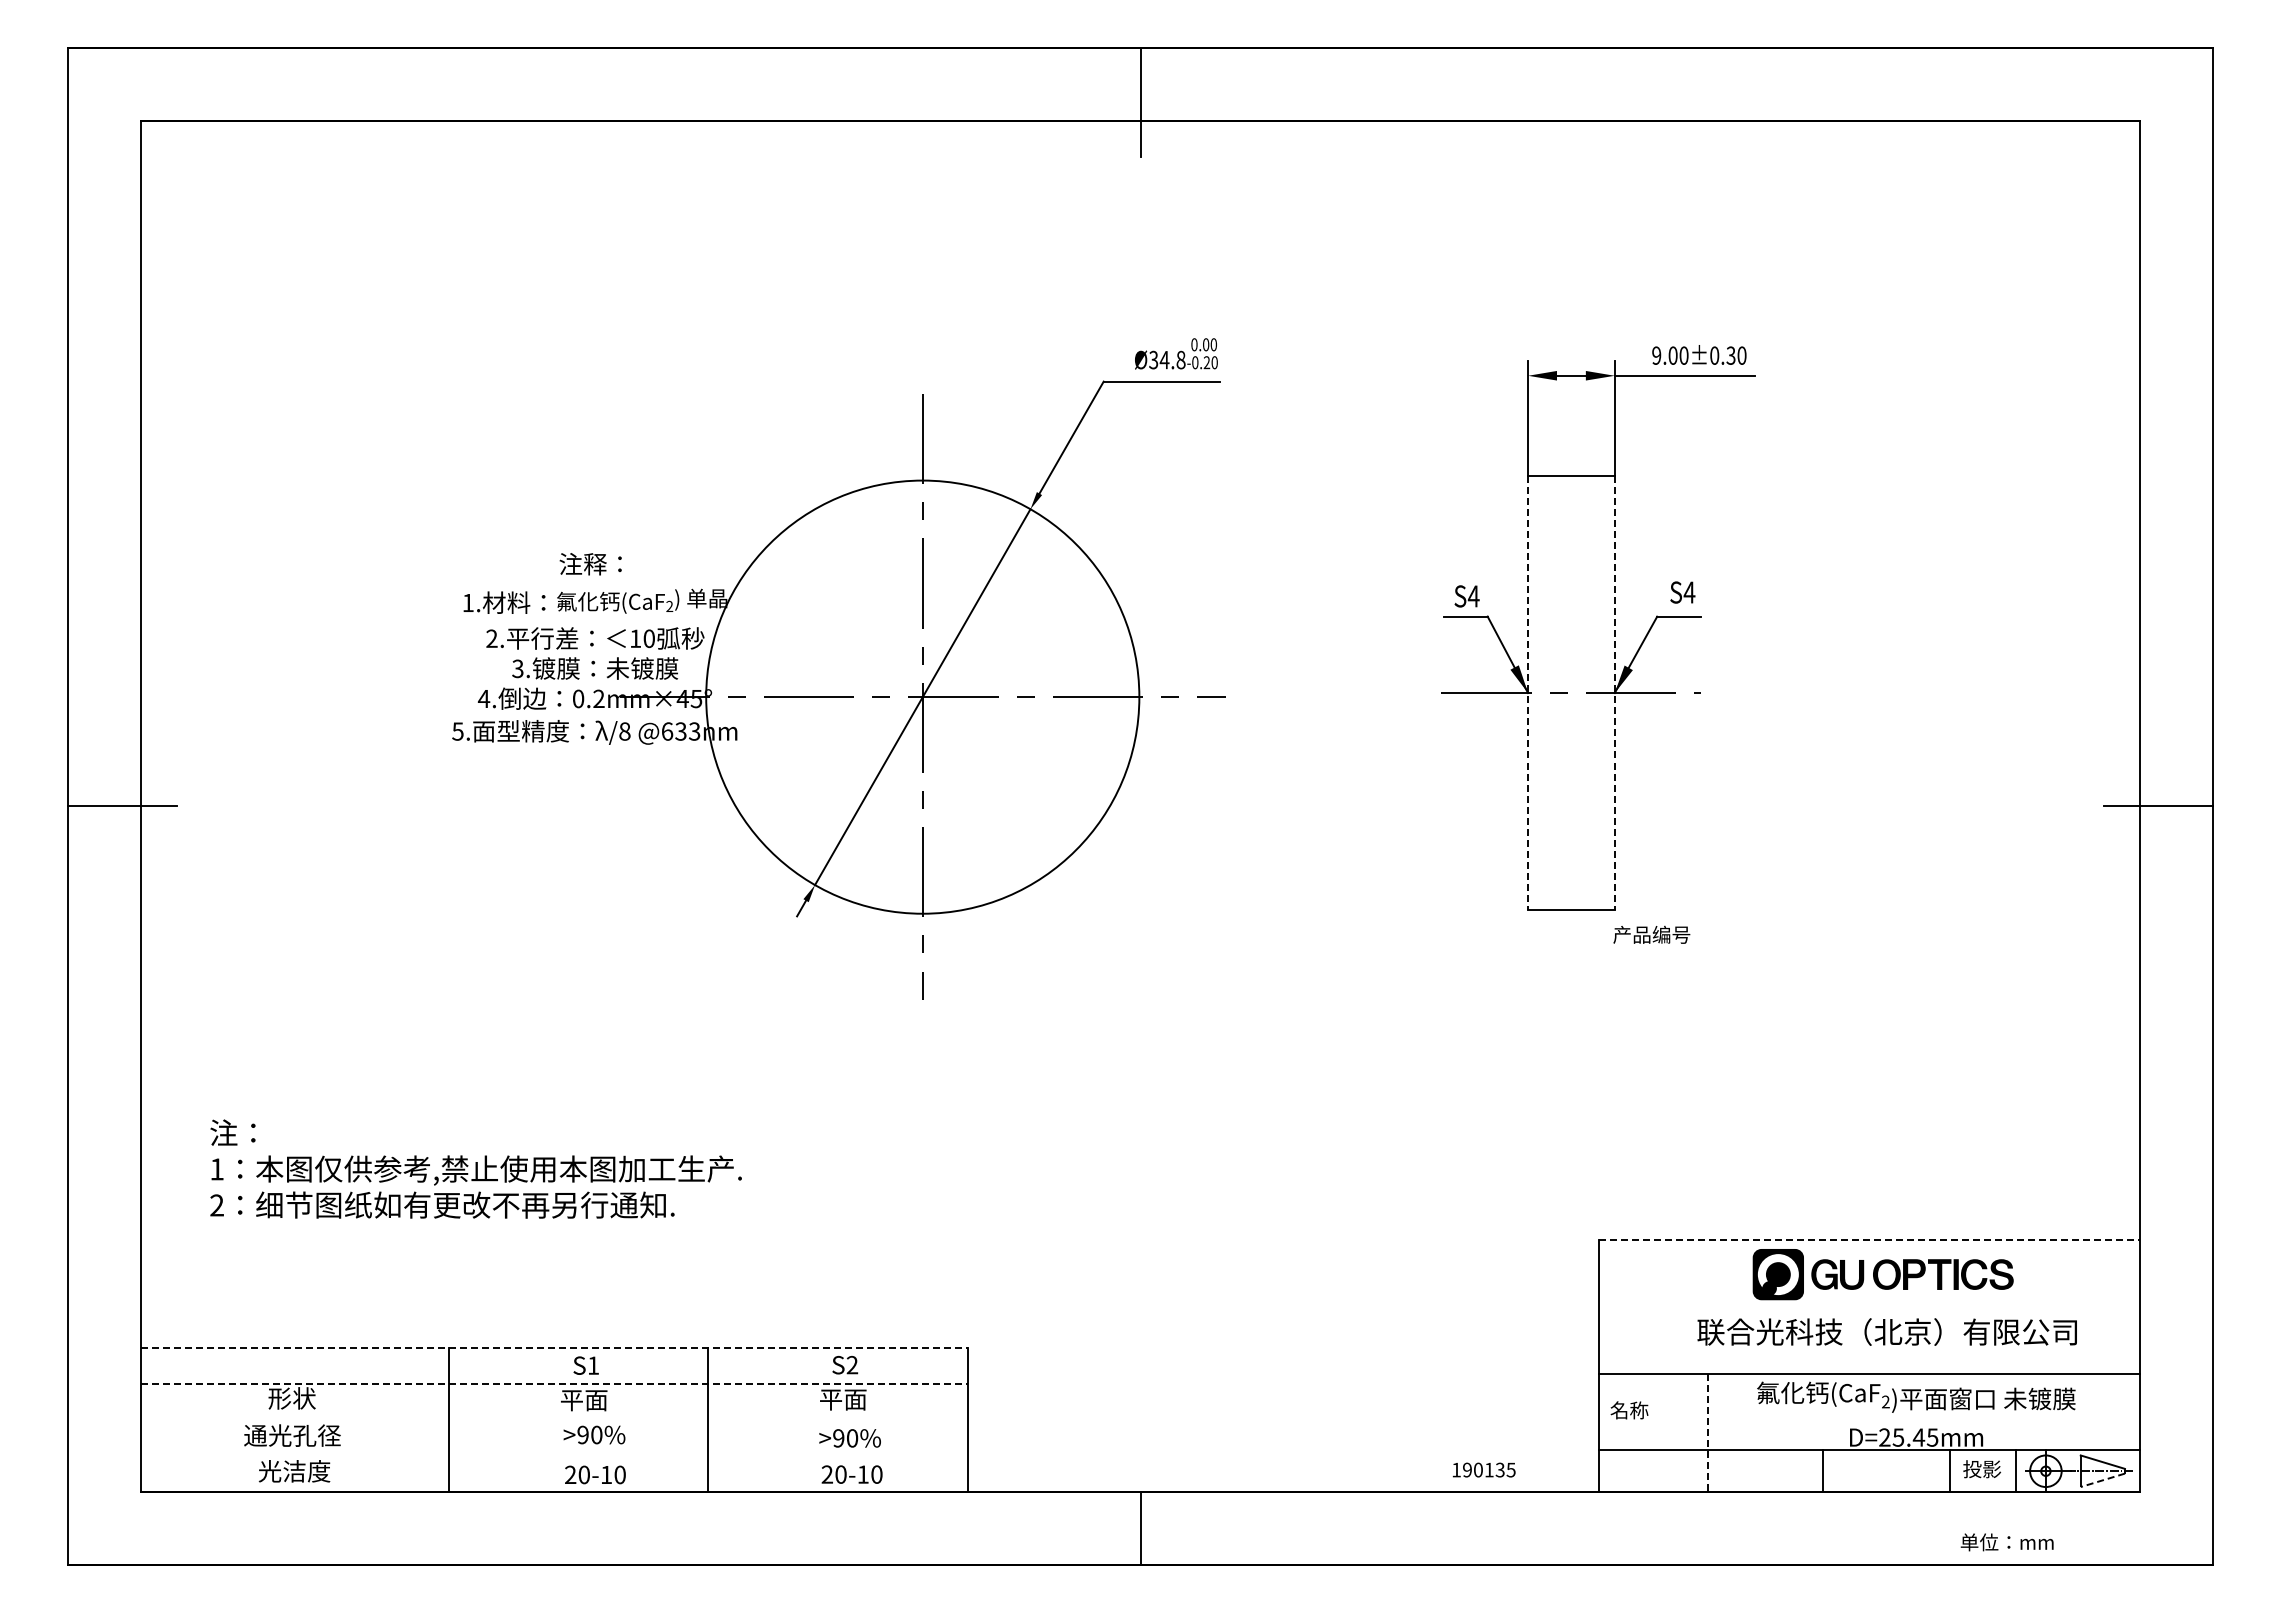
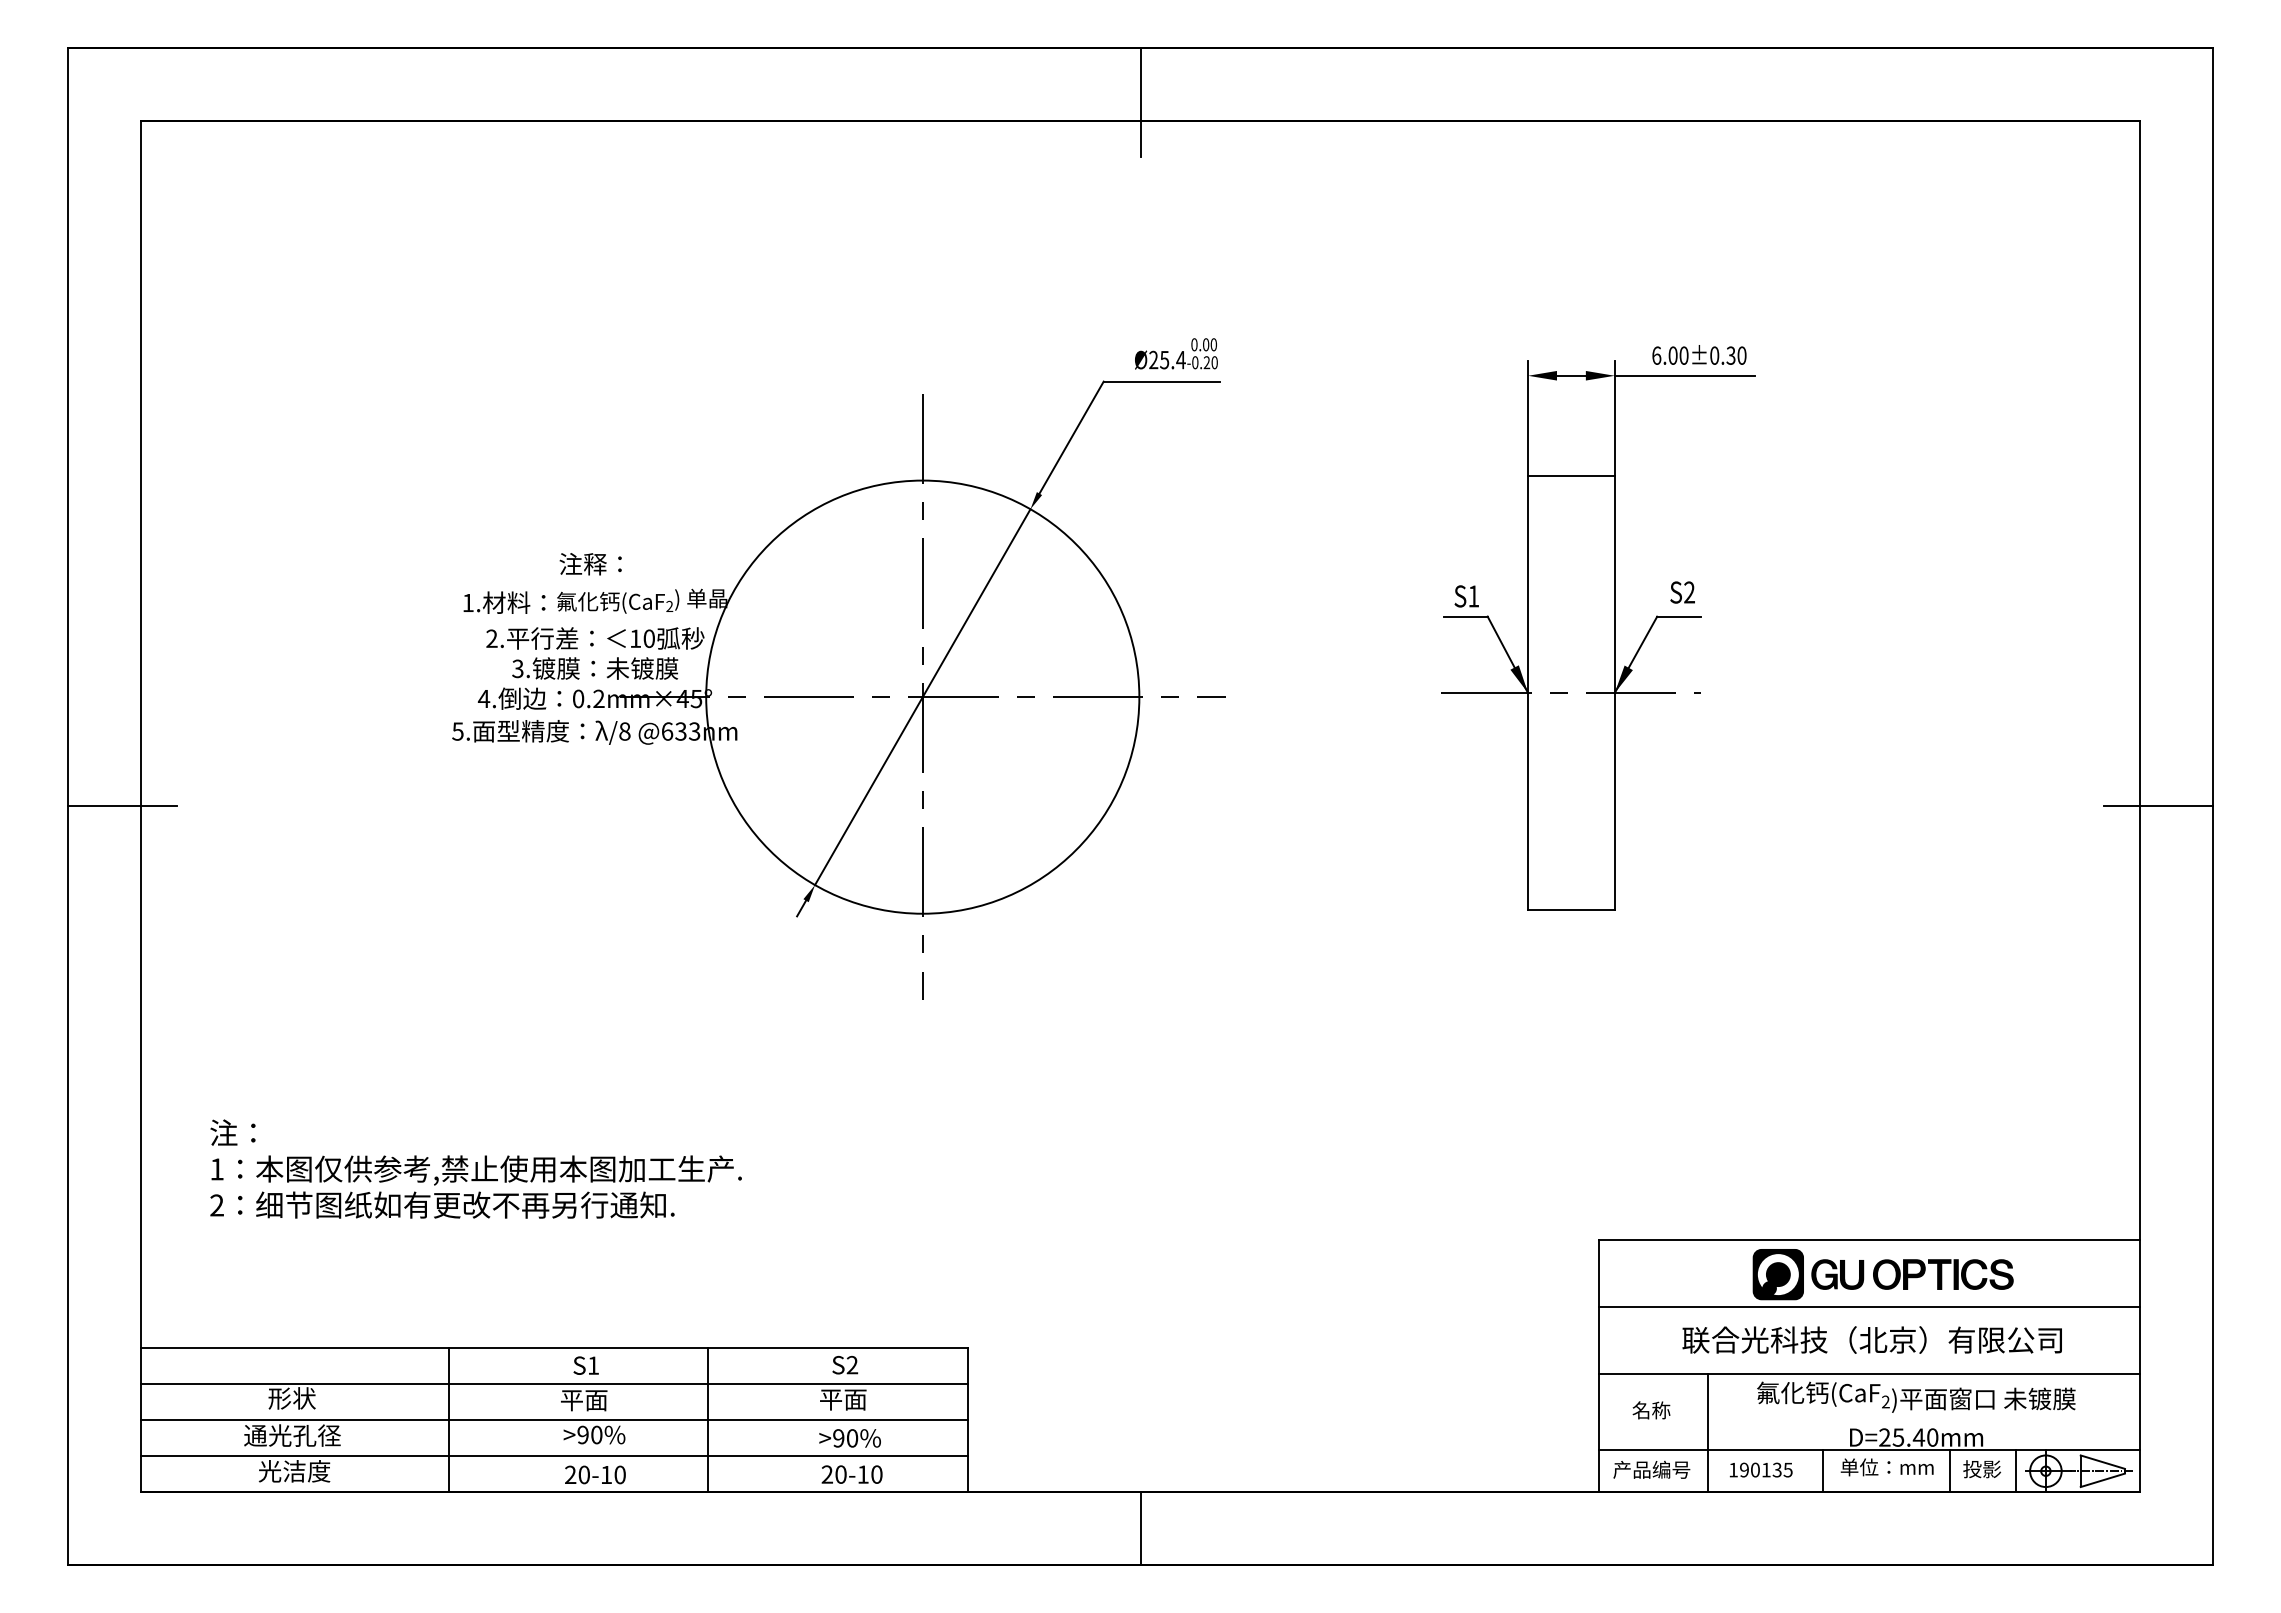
text at (1656, 355): 9.00±0.30 -> 6.00±0.30
text at (1167, 359): Ø34.8 -> Ø25.4
text at (1689, 592): S4 -> S2
text at (1473, 596): S4 -> S1
line at (1528, 693): dashed -> solid
line at (1614, 693): dashed -> solid
text at (1651, 934) position: (1651, 934) -> (1651, 1469)
line at (1869, 1239): dashed -> solid
line at (1869, 1307): none -> present
text at (1886, 1331) position: (1886, 1331) -> (1871, 1339)
line at (554, 1347): dashed -> solid
line at (554, 1384): dashed -> solid
text at (1629, 1410) position: (1629, 1410) -> (1651, 1410)
line at (554, 1420): none -> present
line at (1707, 1433): dashed -> solid
text at (1932, 1437): ^JD=25.45mm -> ^JD=25.40mm
line at (554, 1456): none -> present
text at (1483, 1469) position: (1483, 1469) -> (1760, 1469)
line at (2102, 1480): dashed -> solid
text at (2006, 1542) position: (2006, 1542) -> (1886, 1467)
